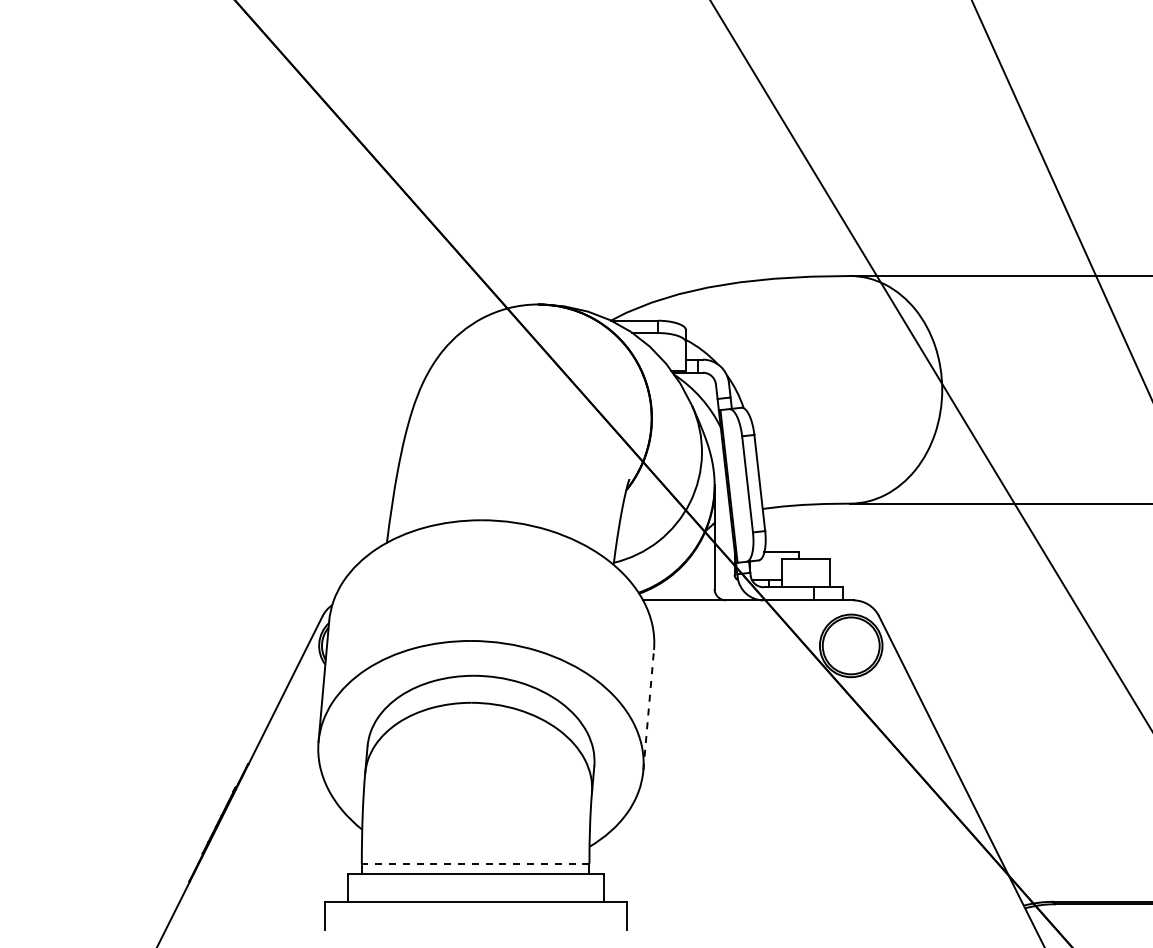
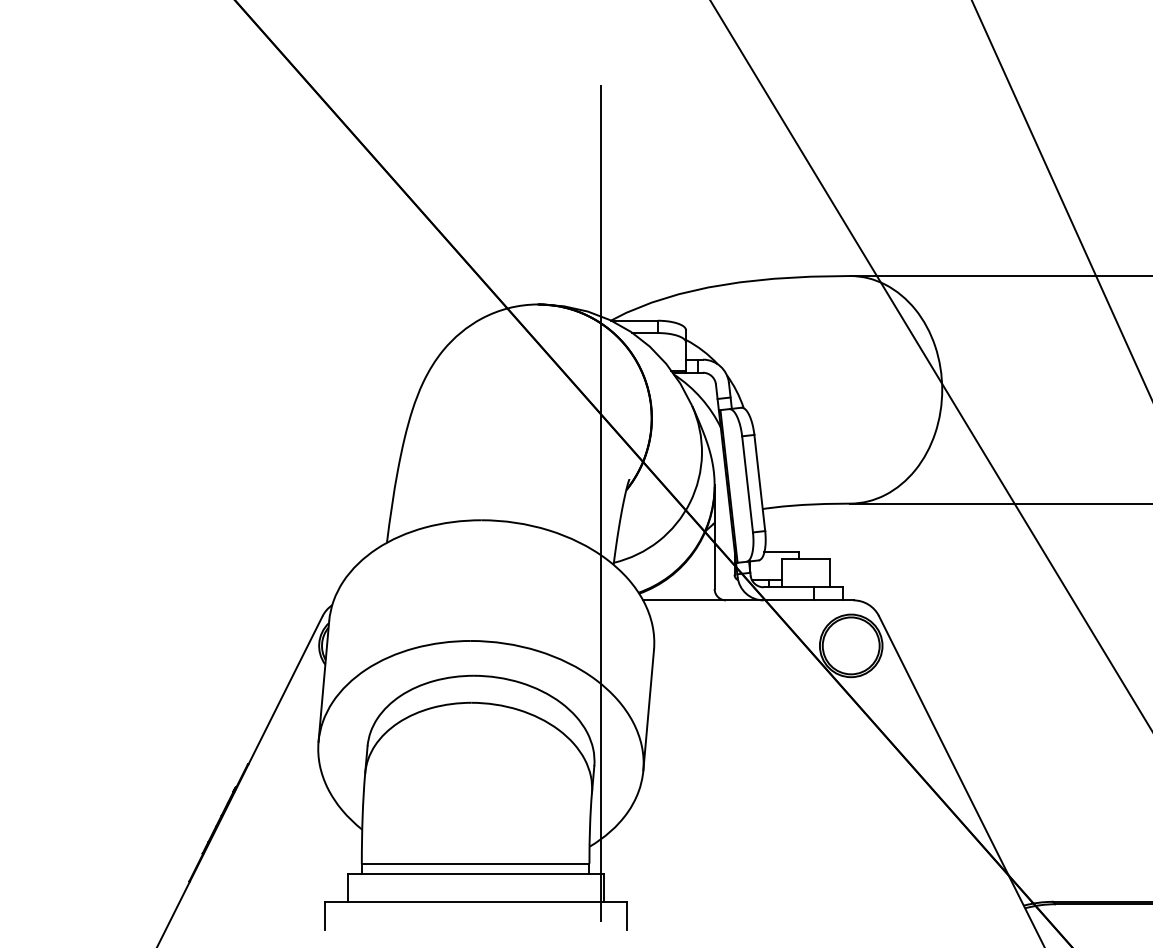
line at (600, 514): none -> present
line at (648, 710): dashed -> solid
line at (475, 863): dashed -> solid
